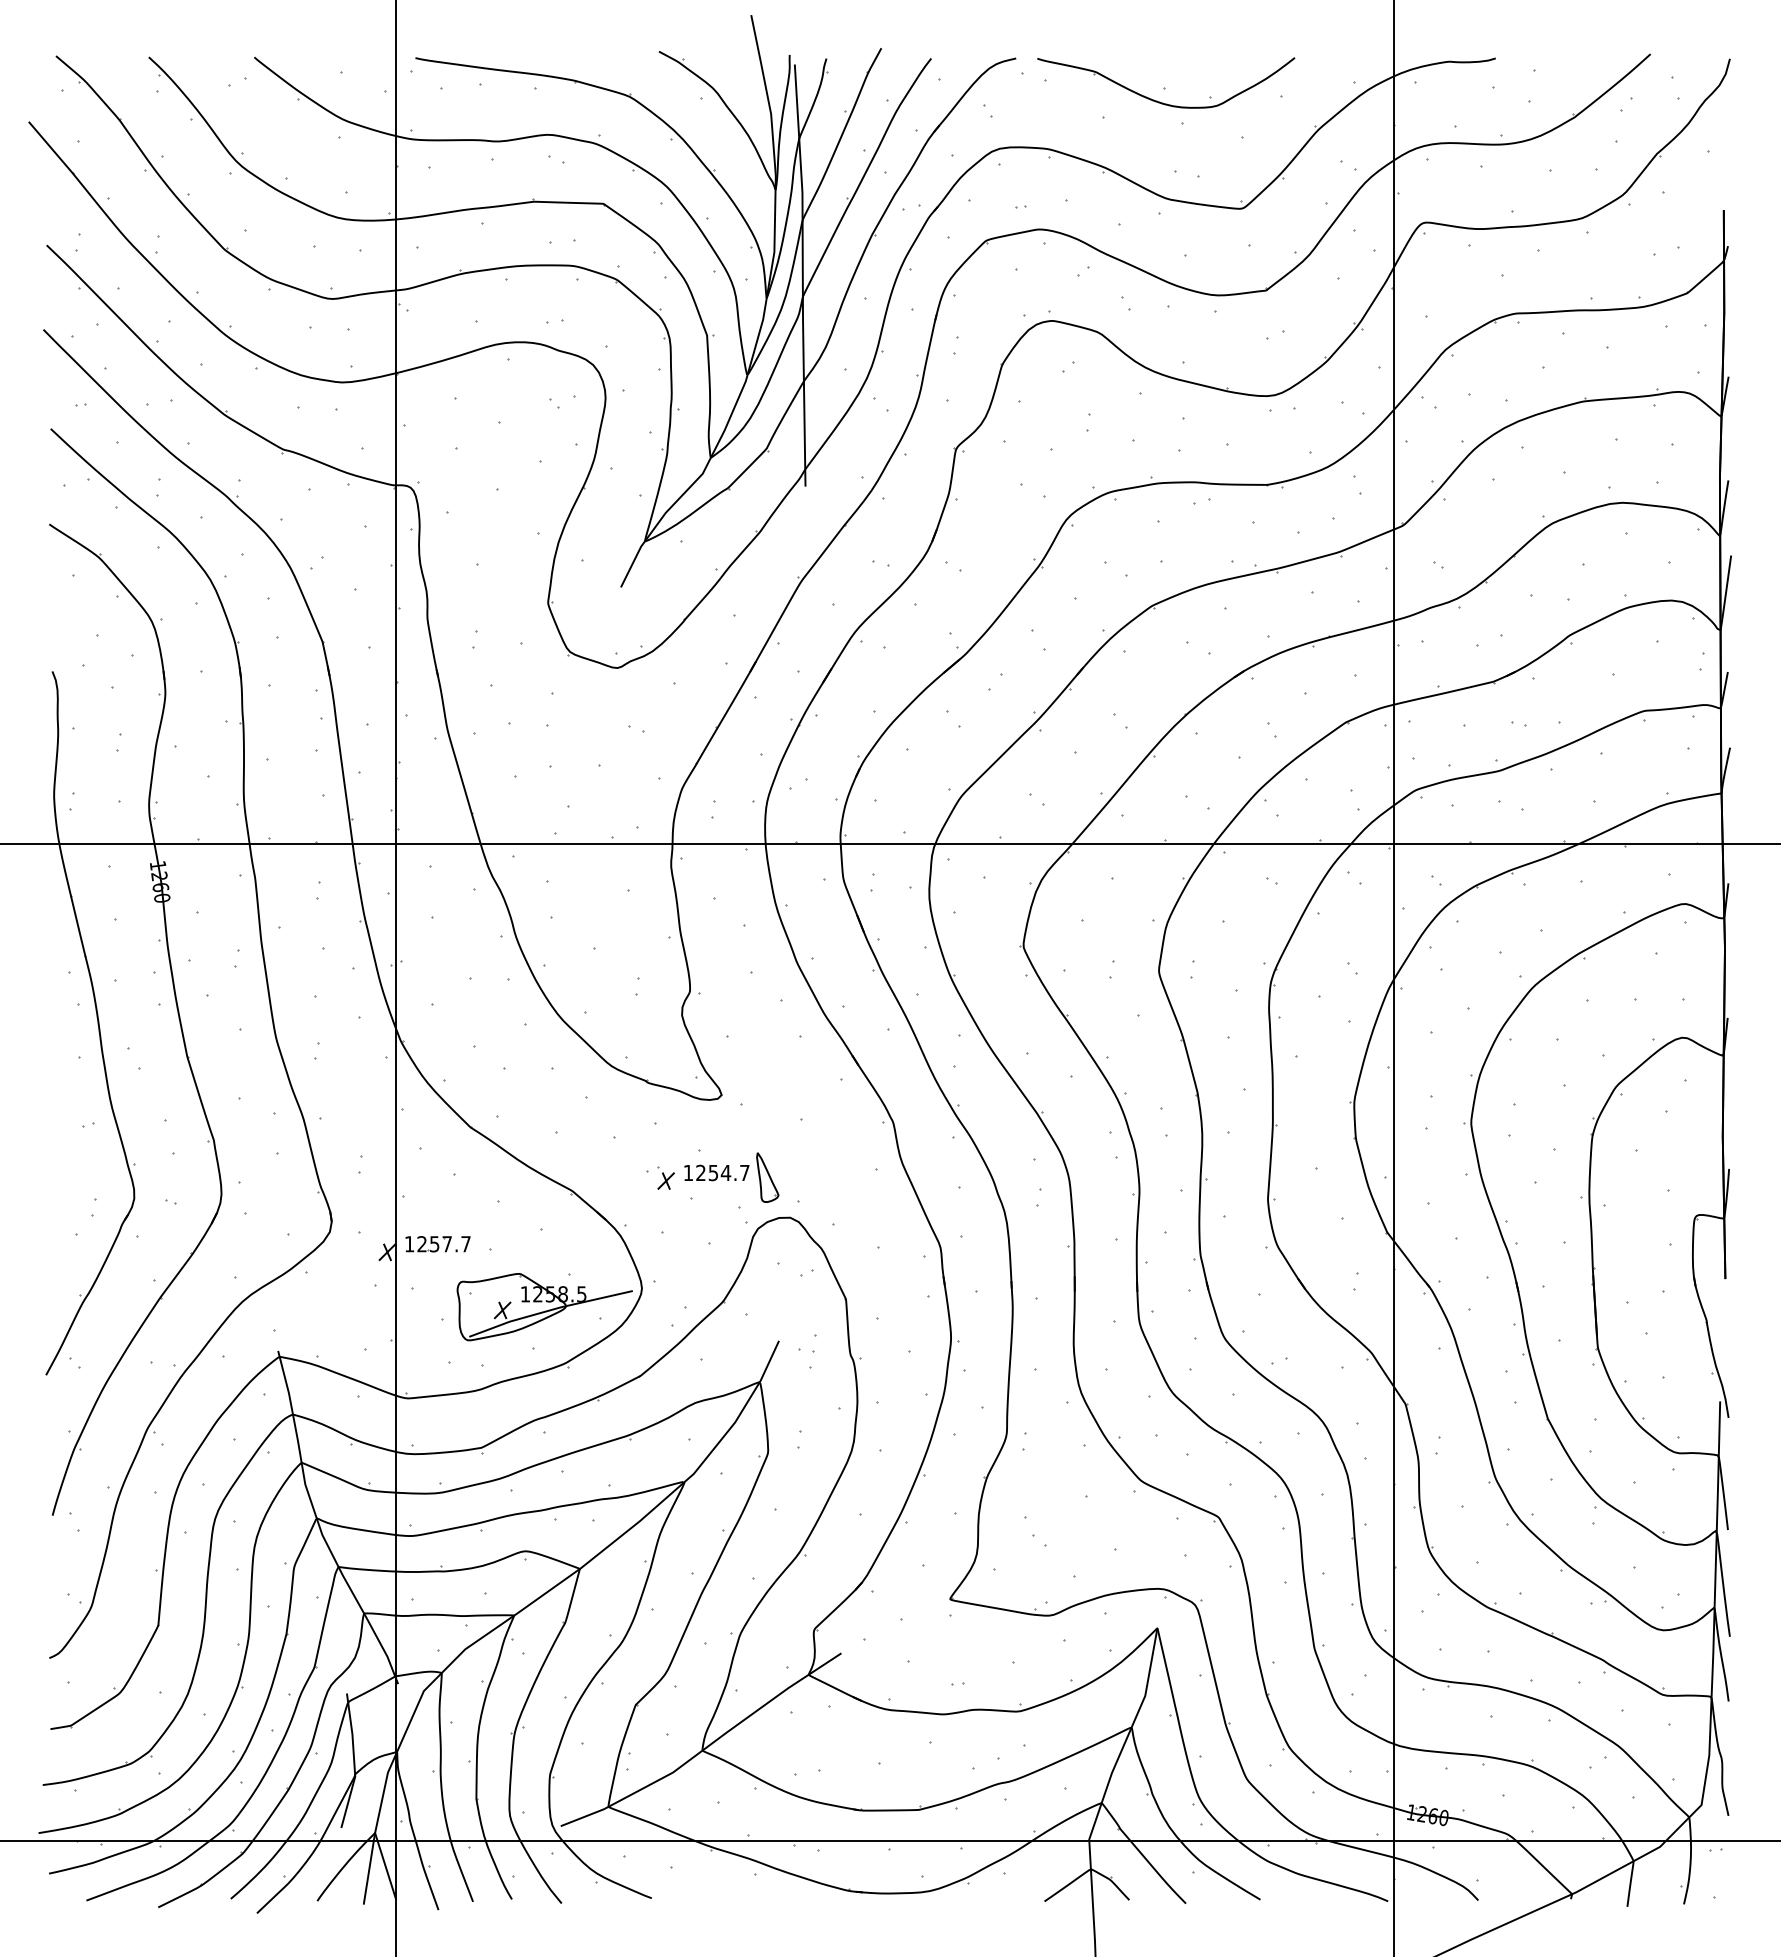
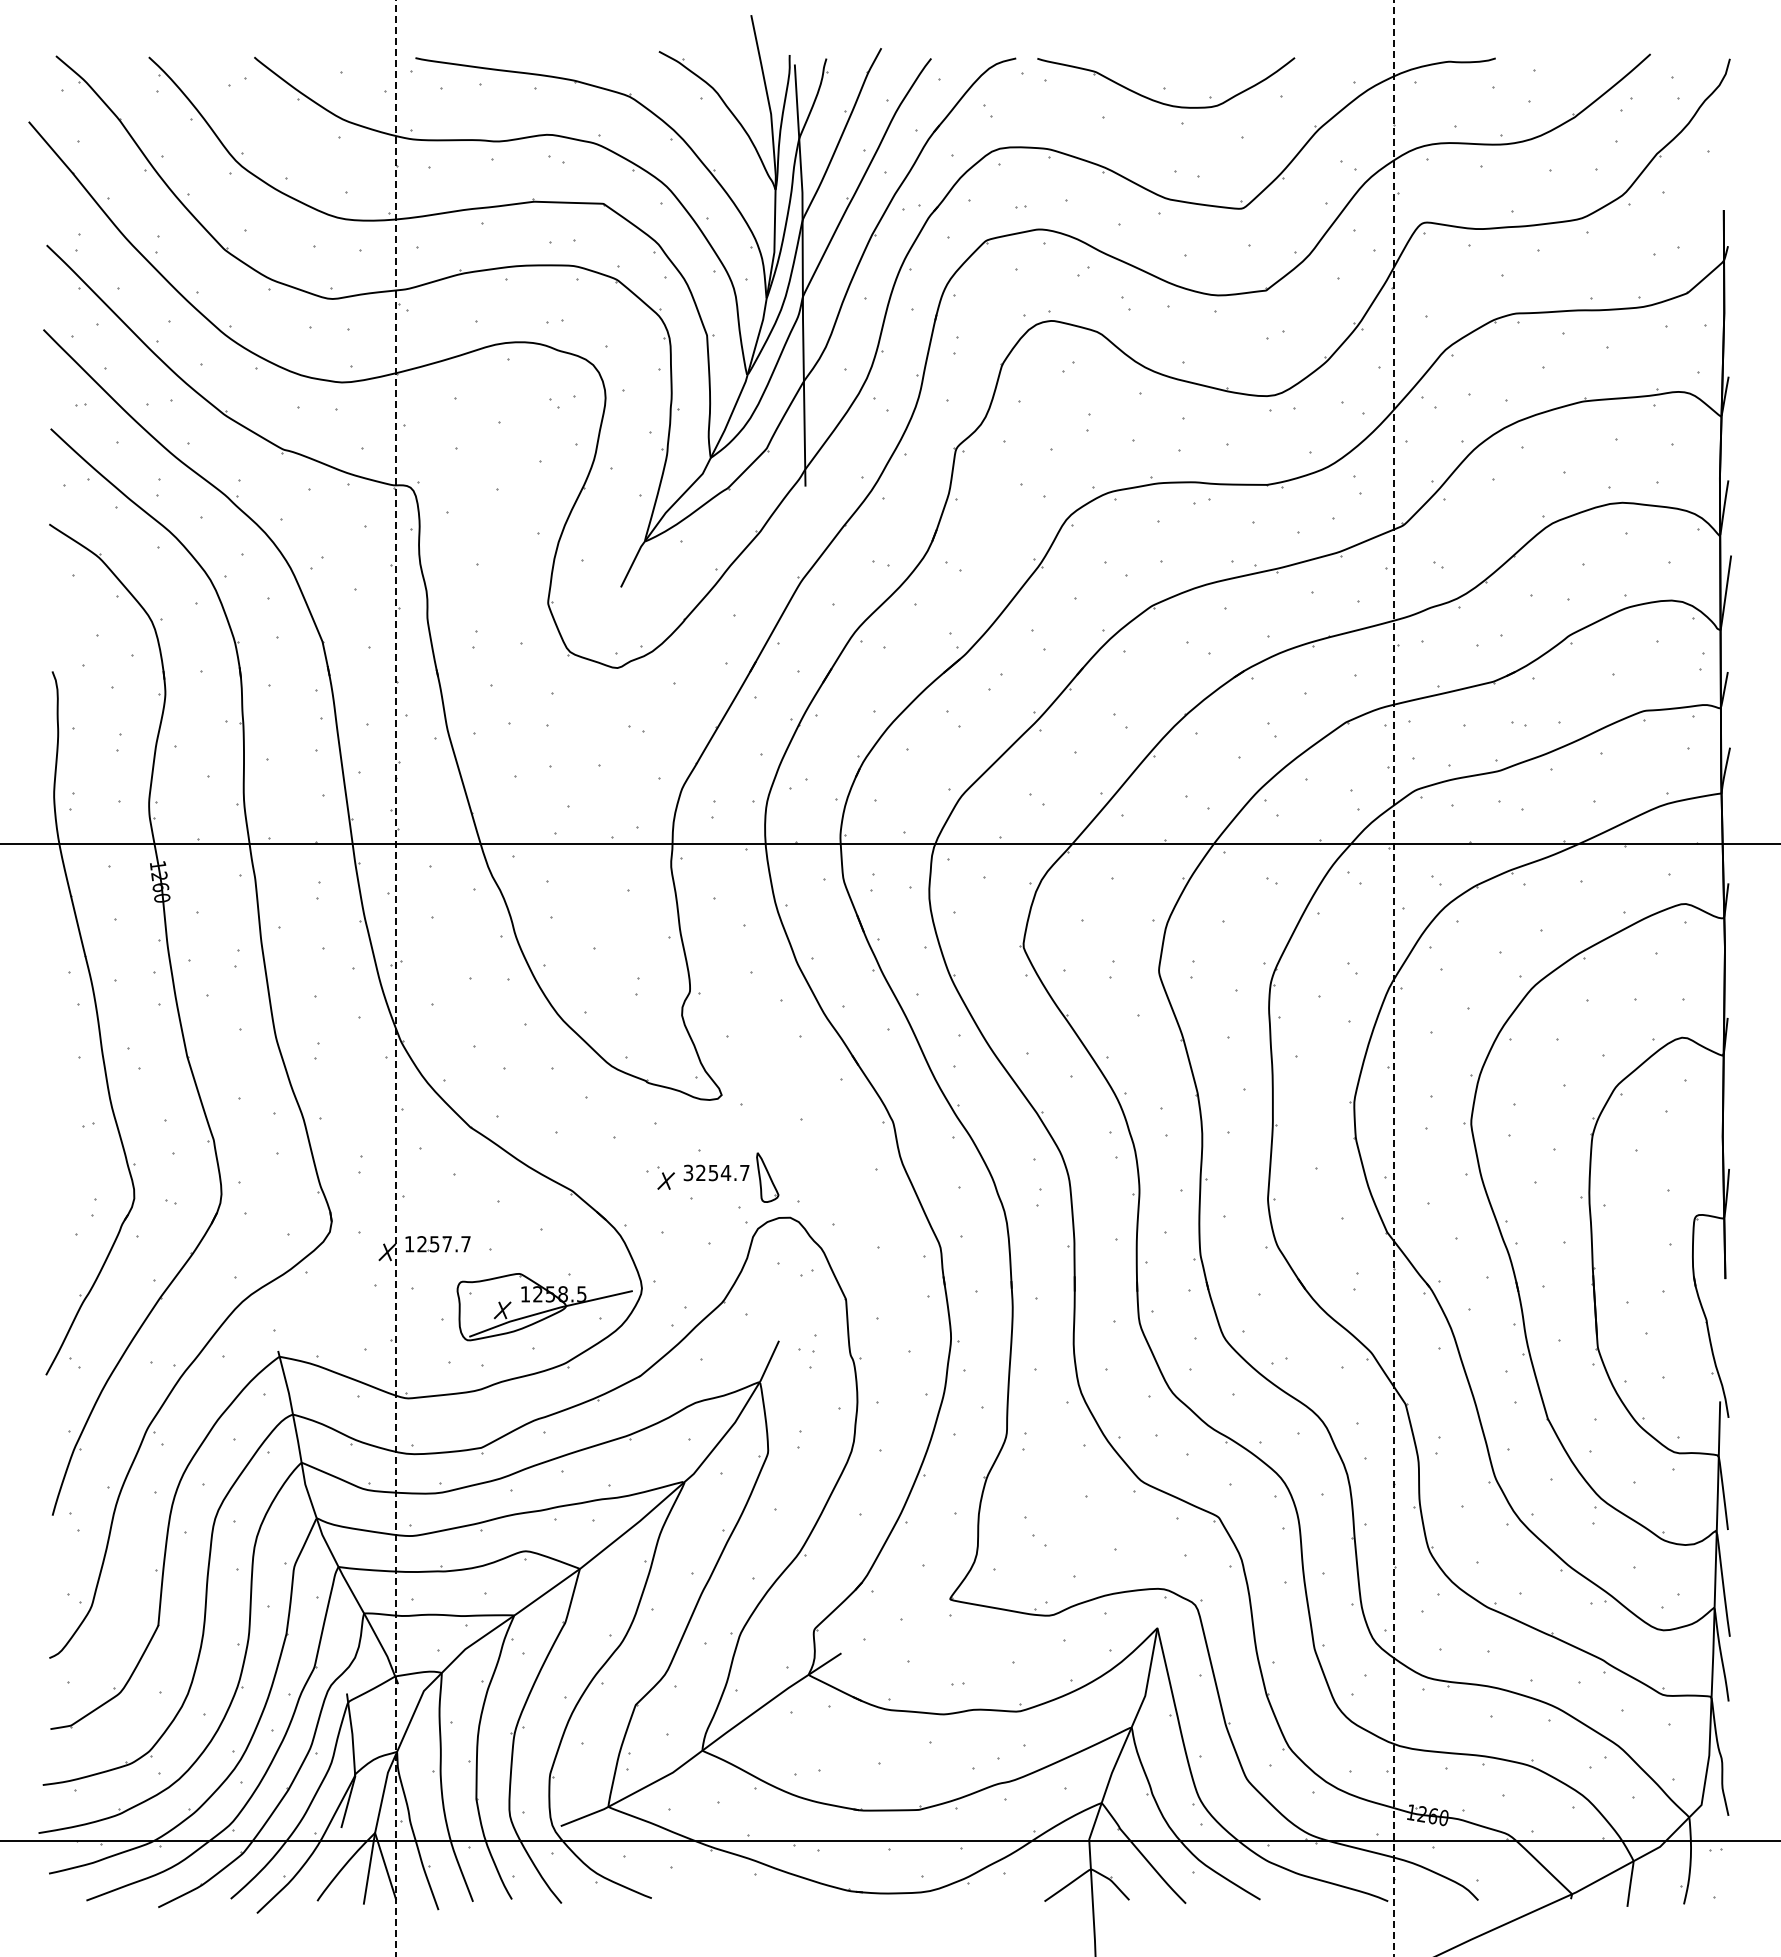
line at (396, 978): solid -> dashed
line at (1394, 978): solid -> dashed
text at (688, 1172): 1254.7 -> 3254.7
